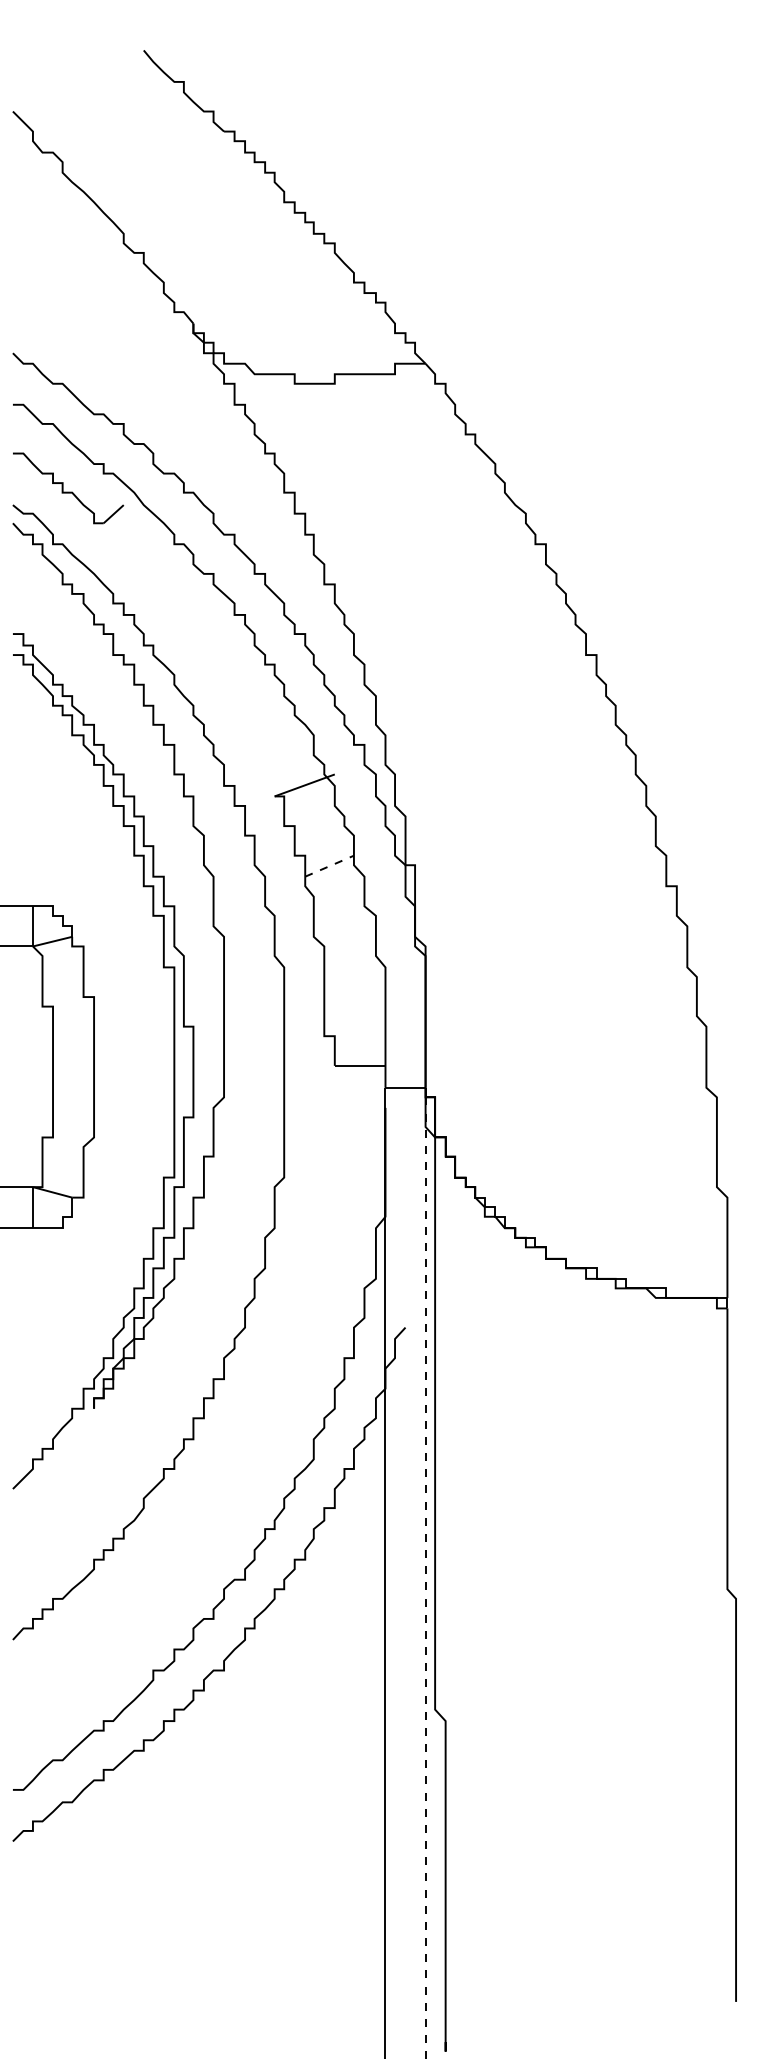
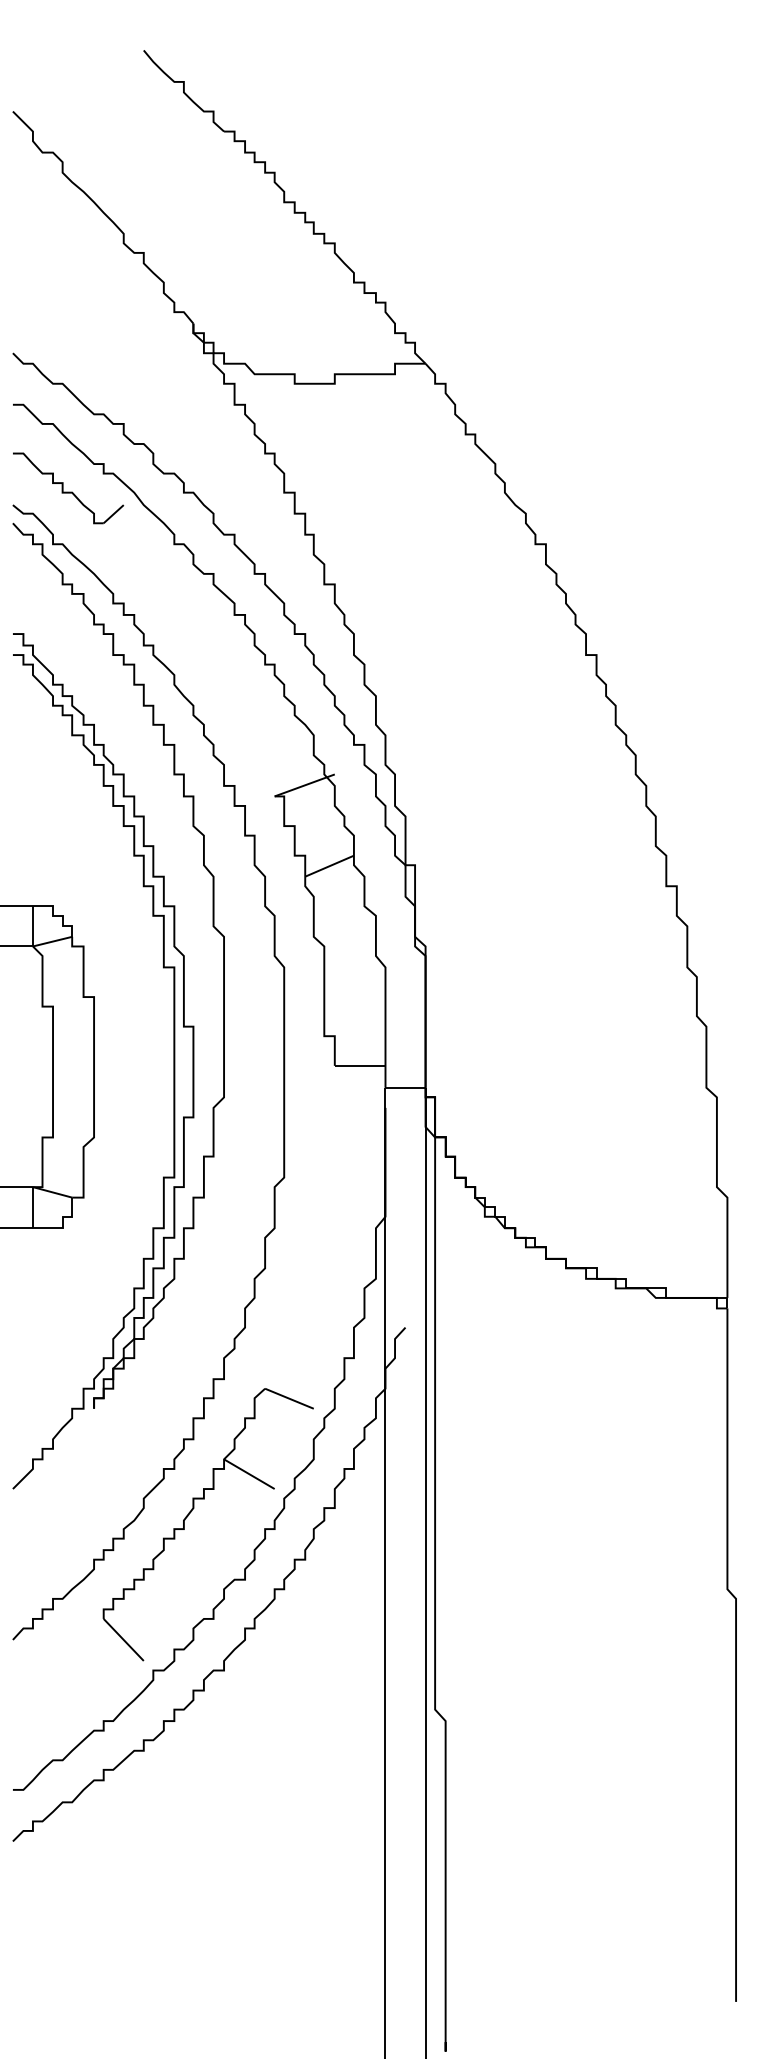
line at (329, 866): dashed -> solid
part at (191, 1512): none -> present
line at (425, 1578): dashed -> solid
